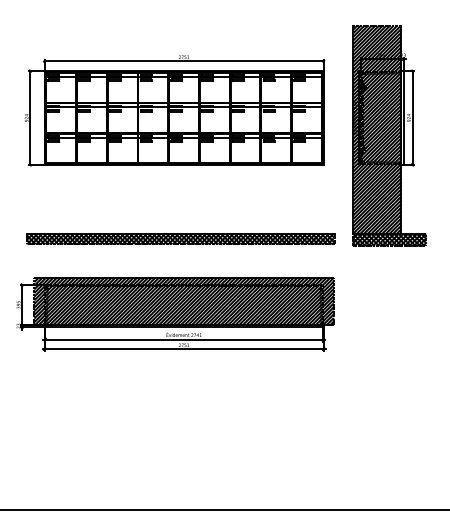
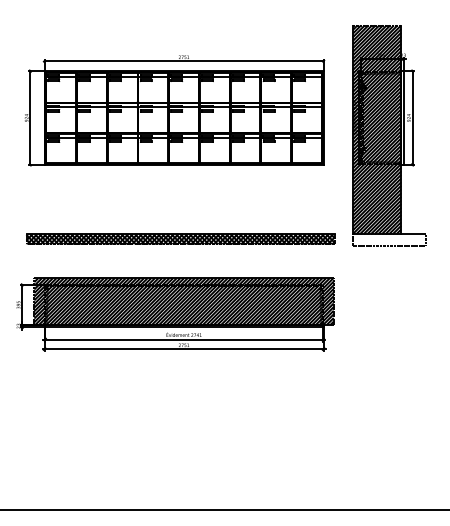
hatch at (389, 240): present -> none
